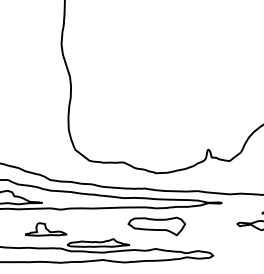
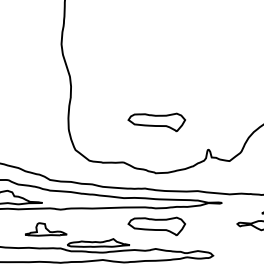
part at (156, 122): none -> present
